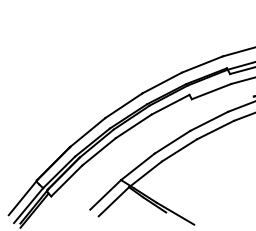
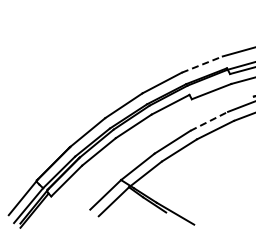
line at (202, 64): solid -> dashed
line at (209, 121): solid -> dashed
